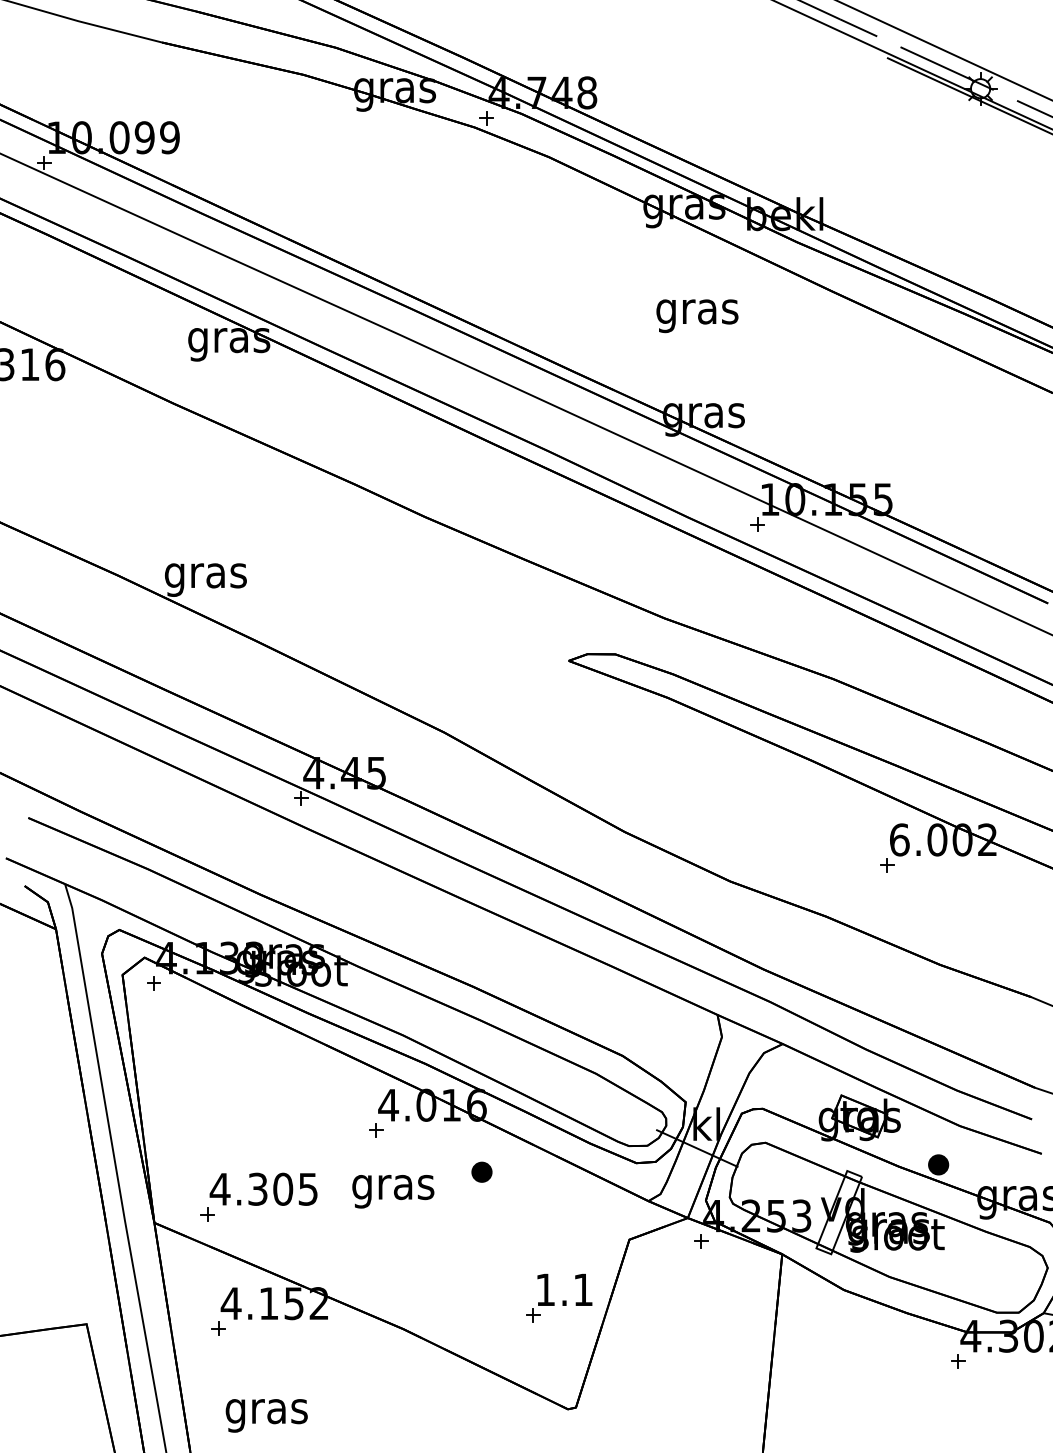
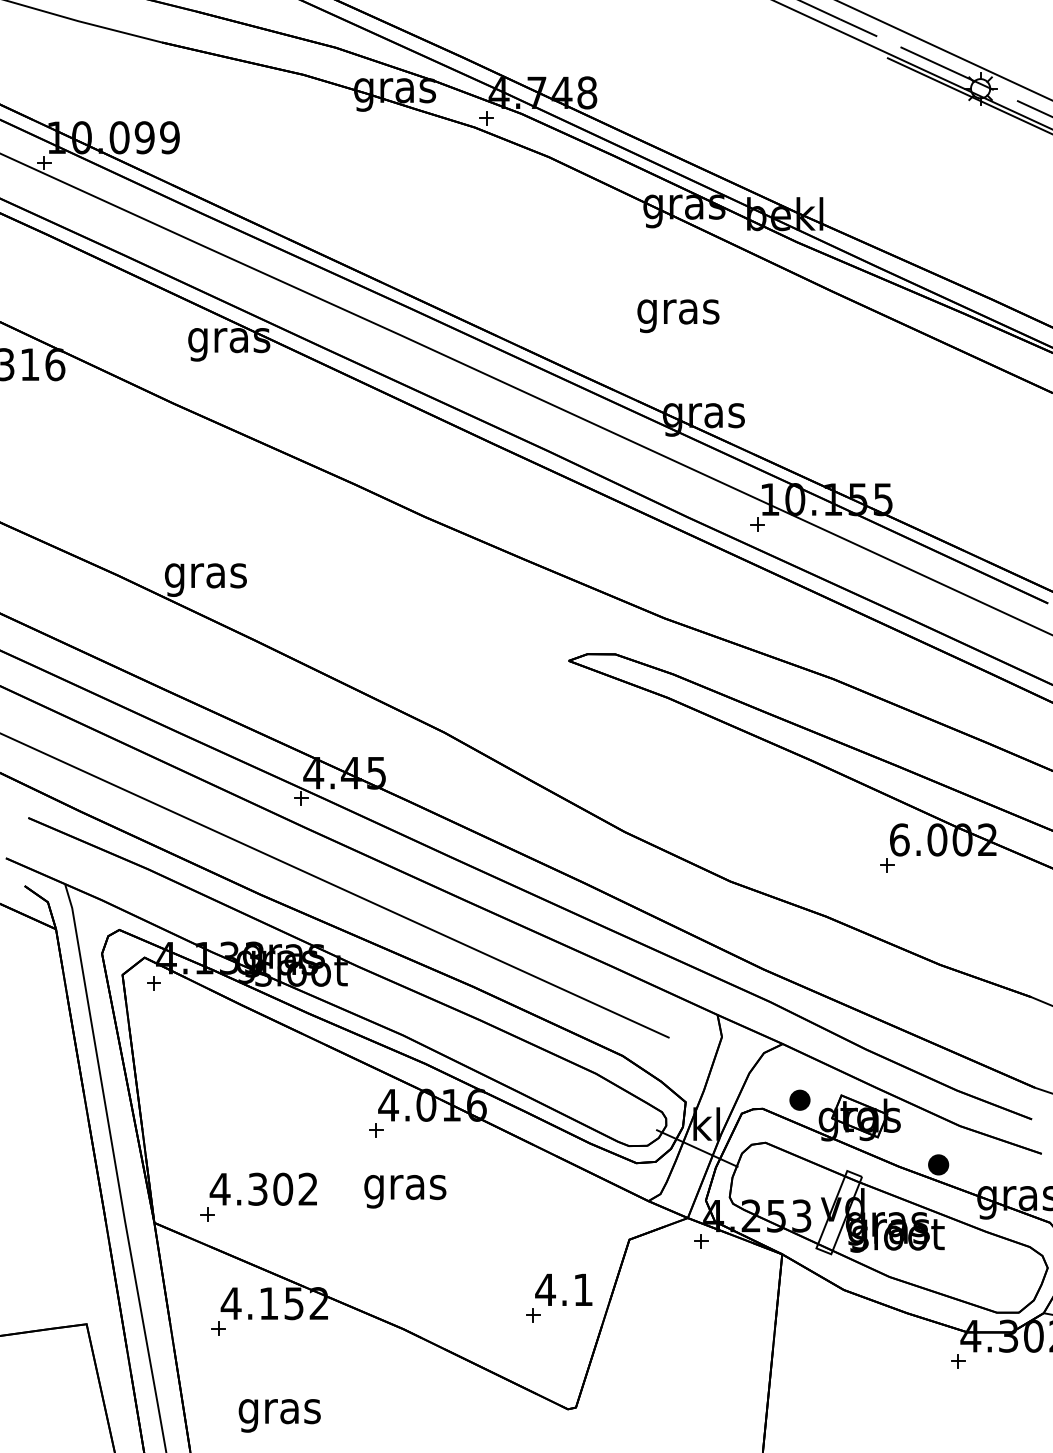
text at (697, 316) position: (697, 316) -> (678, 316)
line at (335, 885): none -> present
part at (481, 1171) position: (481, 1171) -> (799, 1099)
text at (307, 1188): 4.305 -> 4.302
text at (393, 1191) position: (393, 1191) -> (405, 1191)
text at (545, 1289): 1.1 -> 4.1
text at (266, 1415) position: (266, 1415) -> (279, 1415)
